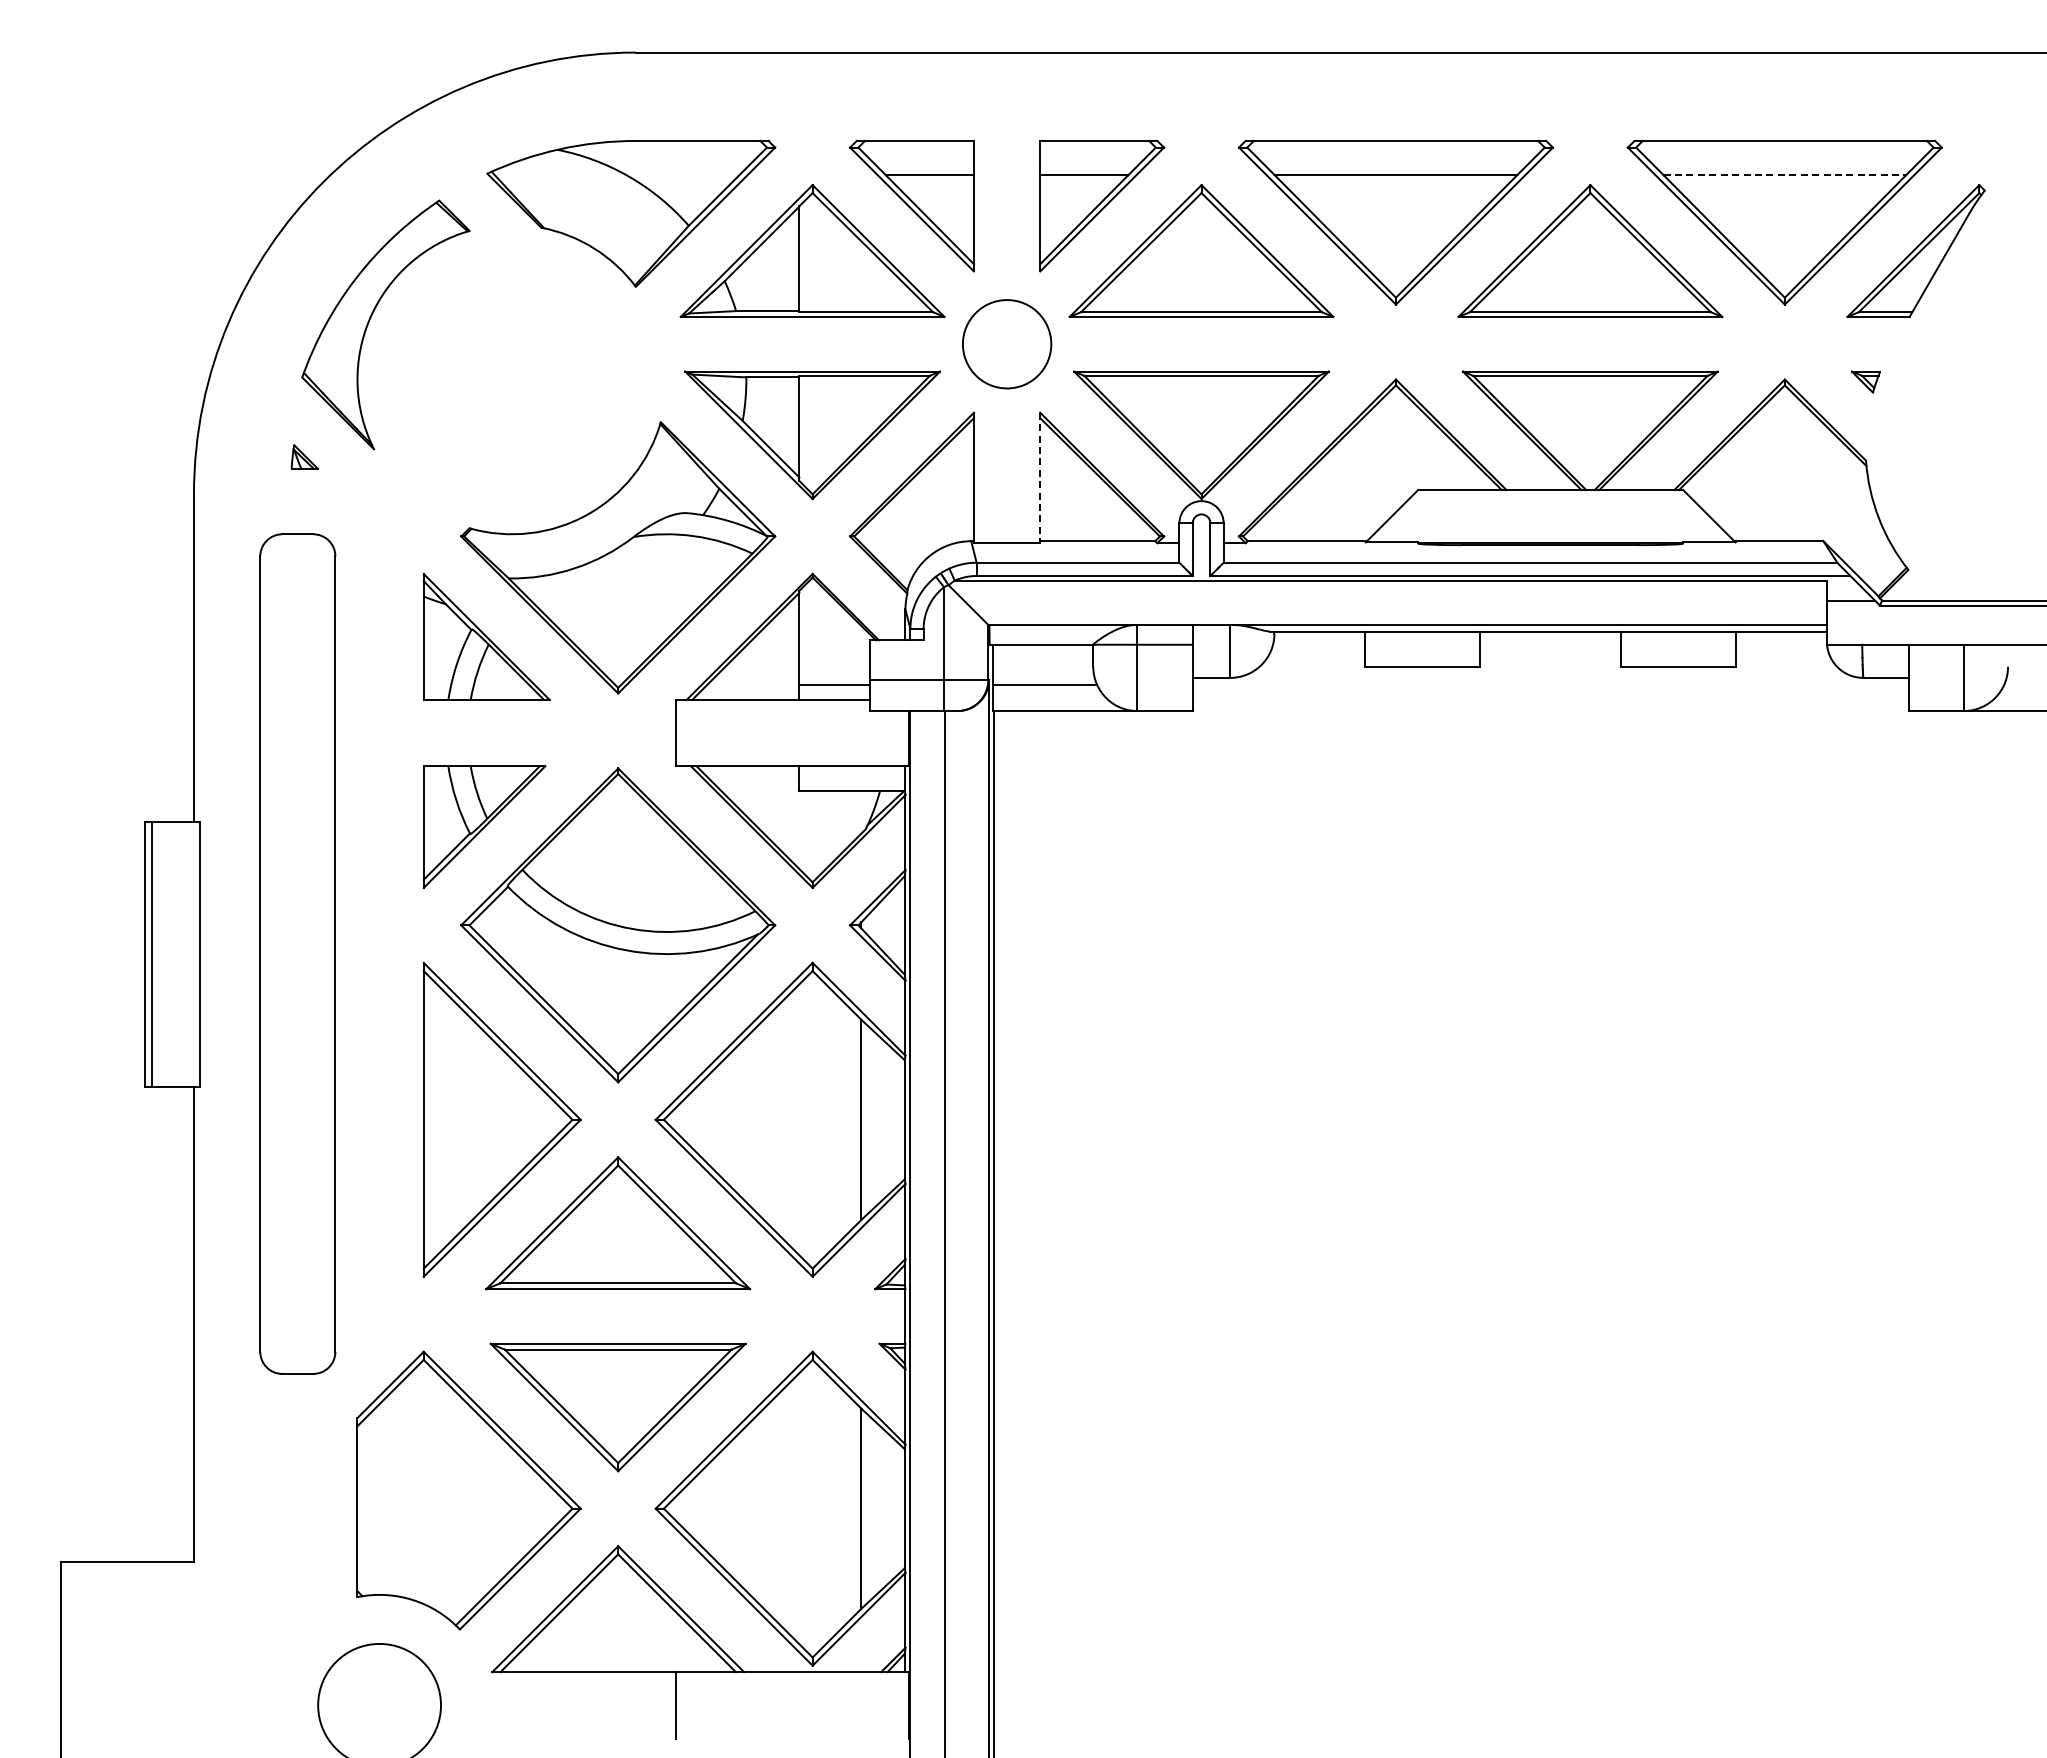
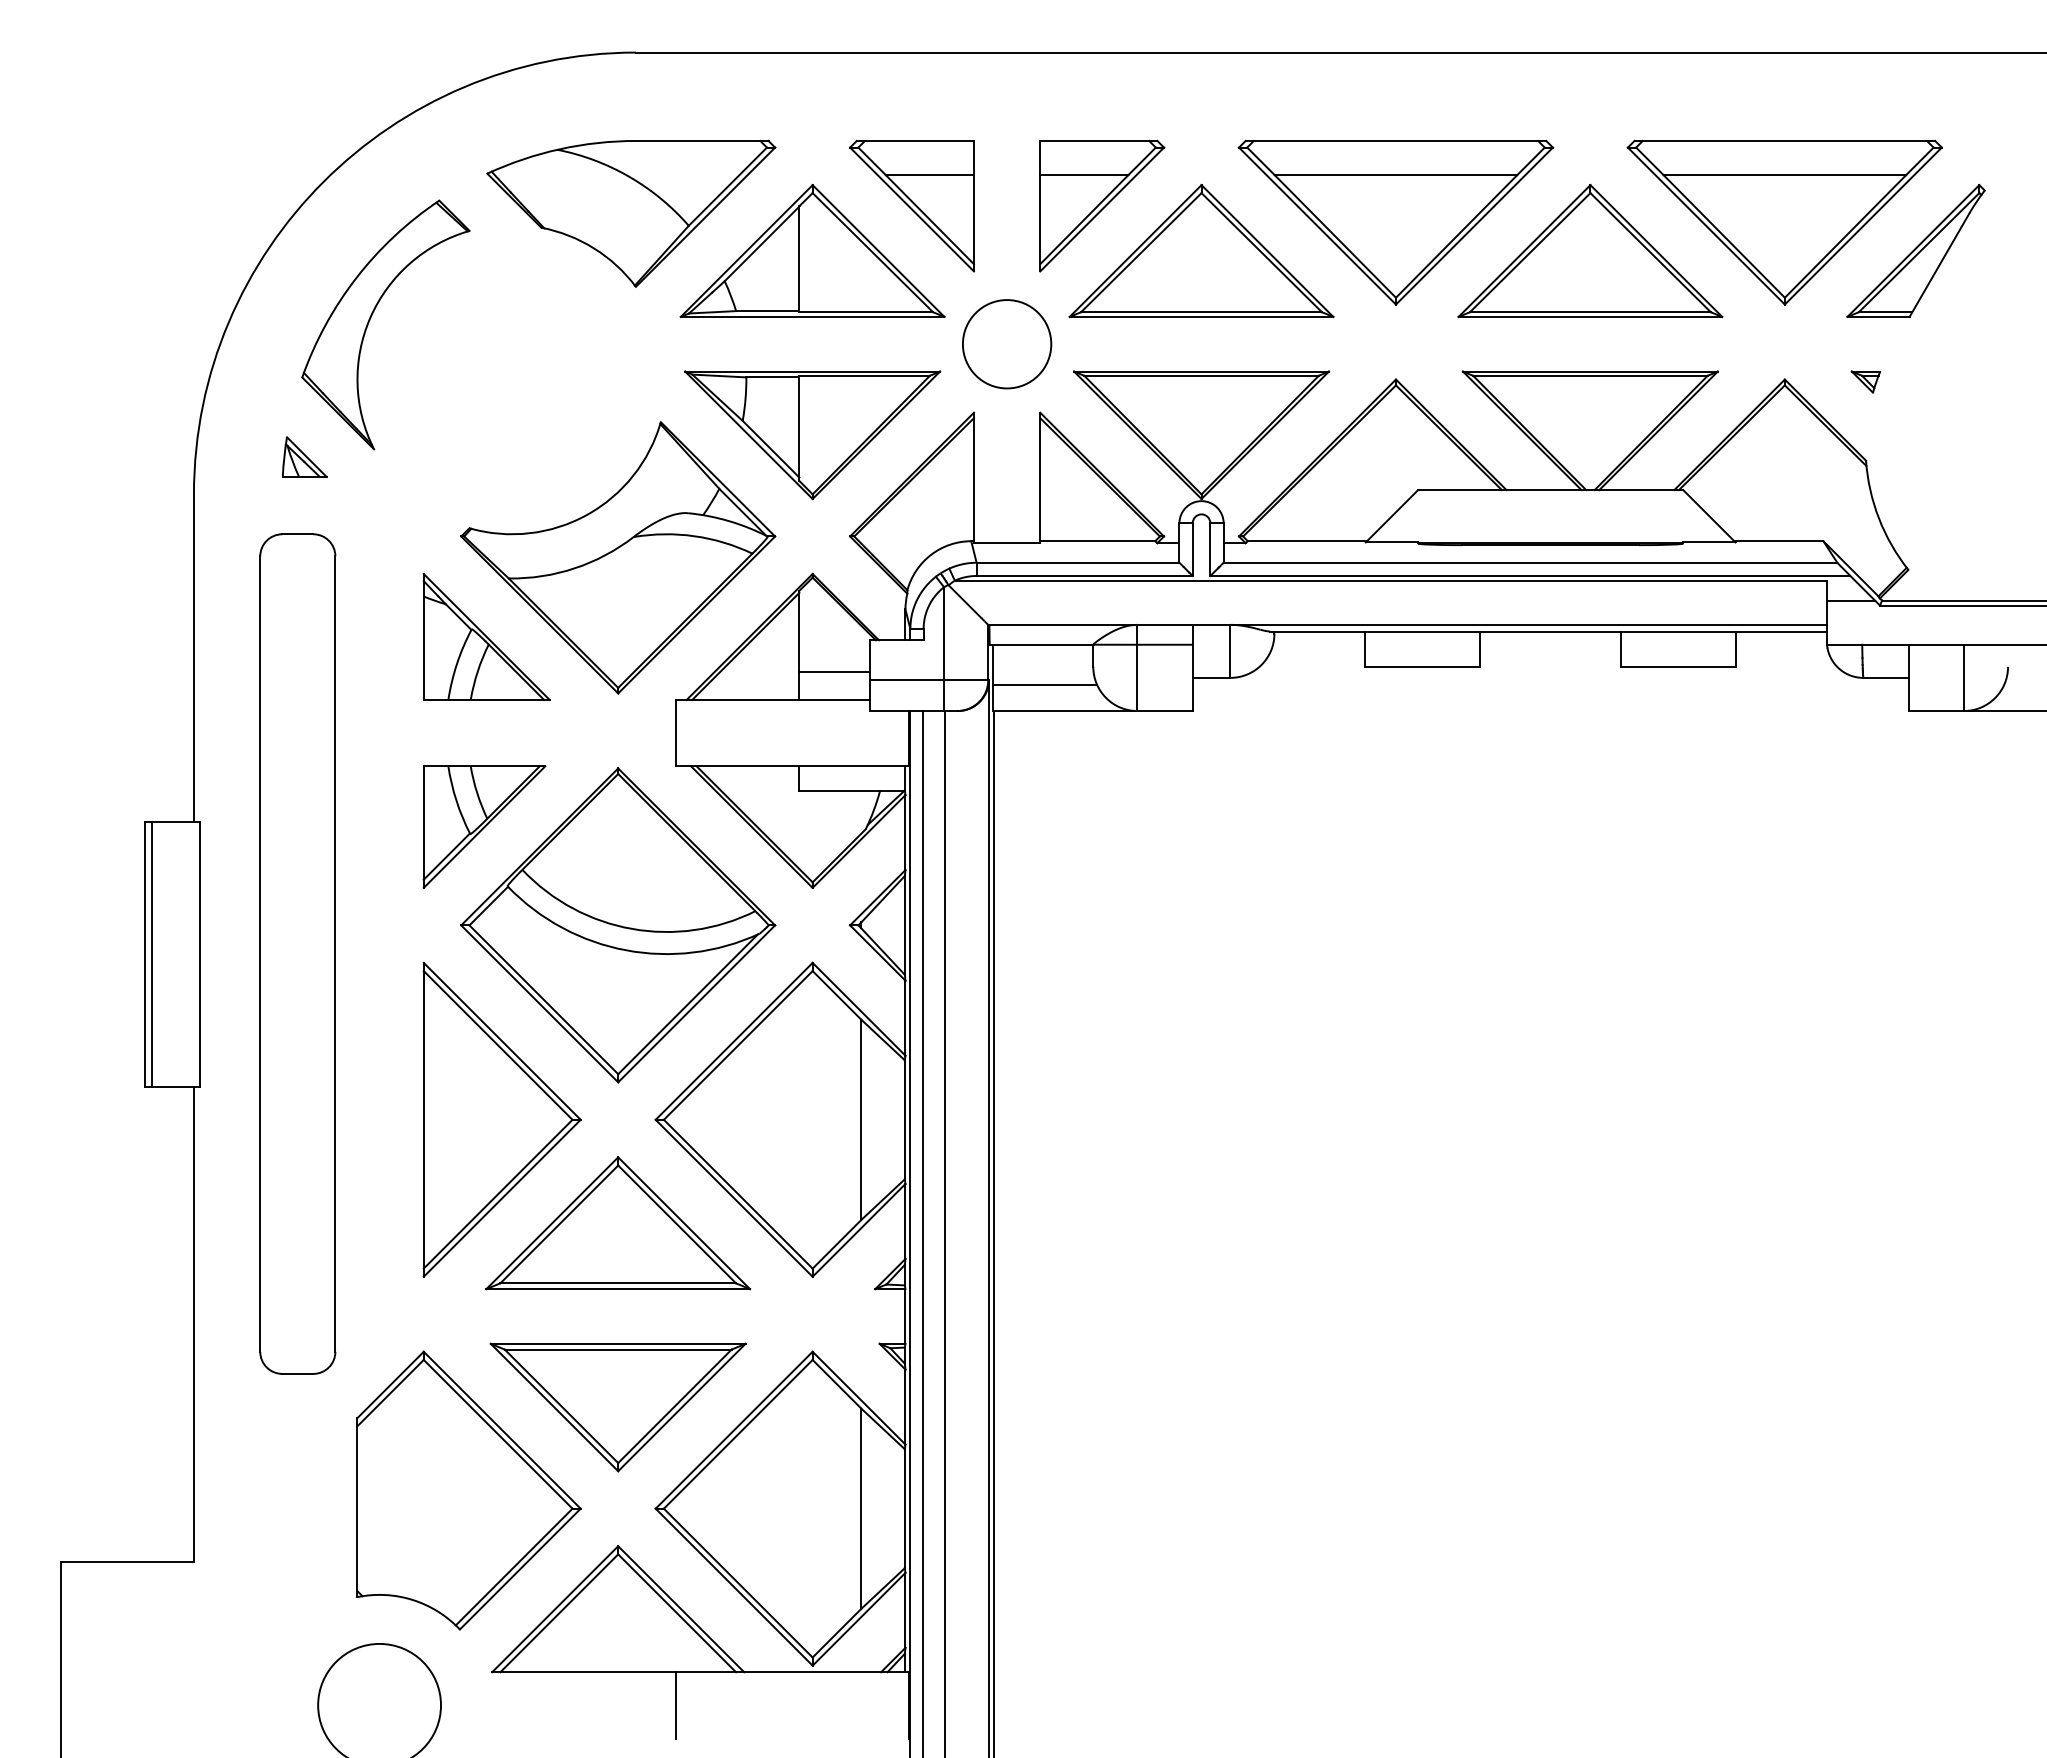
line at (1785, 175): dashed -> solid
part at (304, 456) size: 29x26 px -> 46x42 px
line at (1040, 478): dashed -> solid
line at (834, 685) position: (834, 685) -> (834, 672)
line at (922, 1232): none -> present
